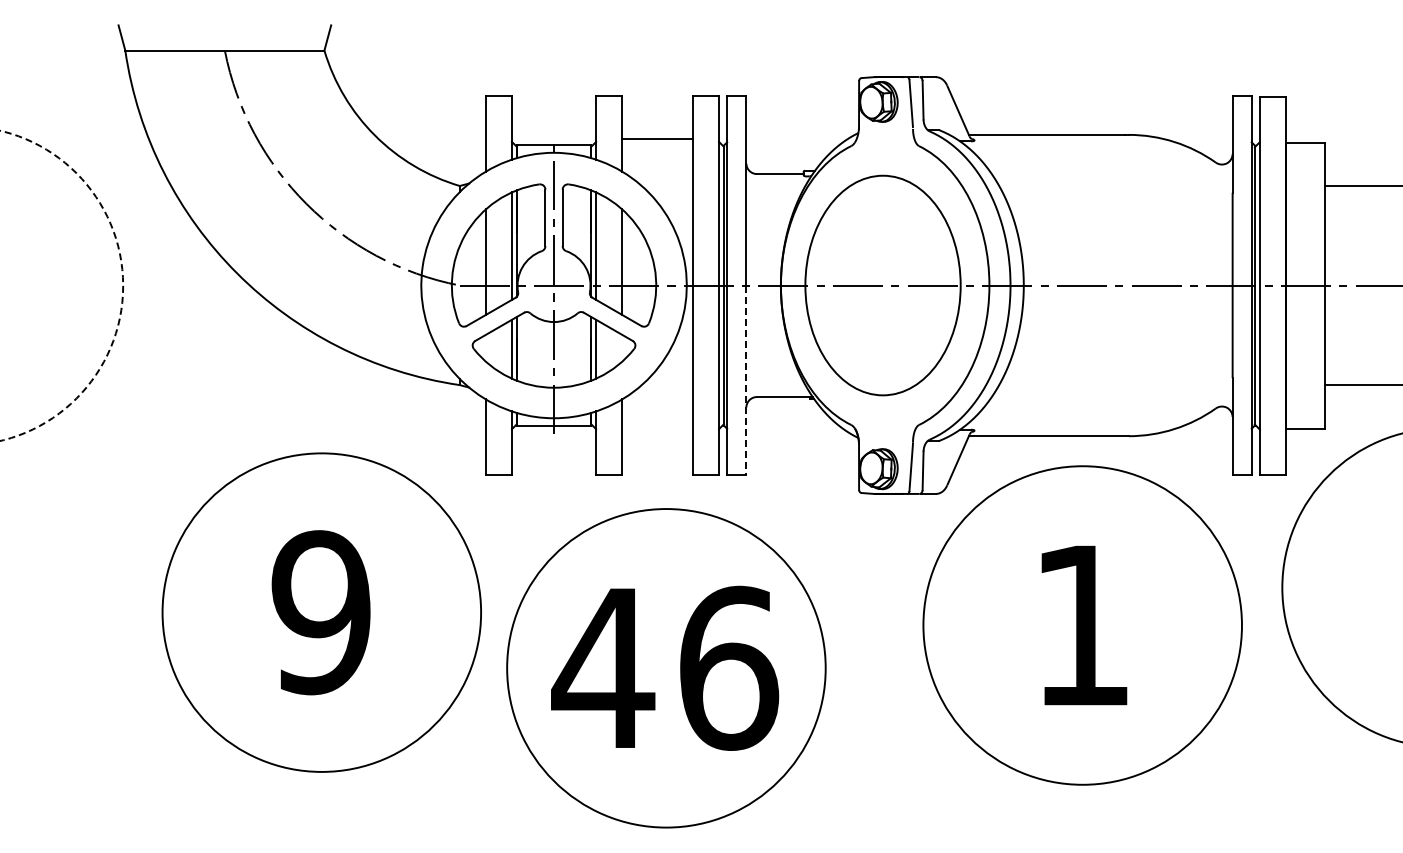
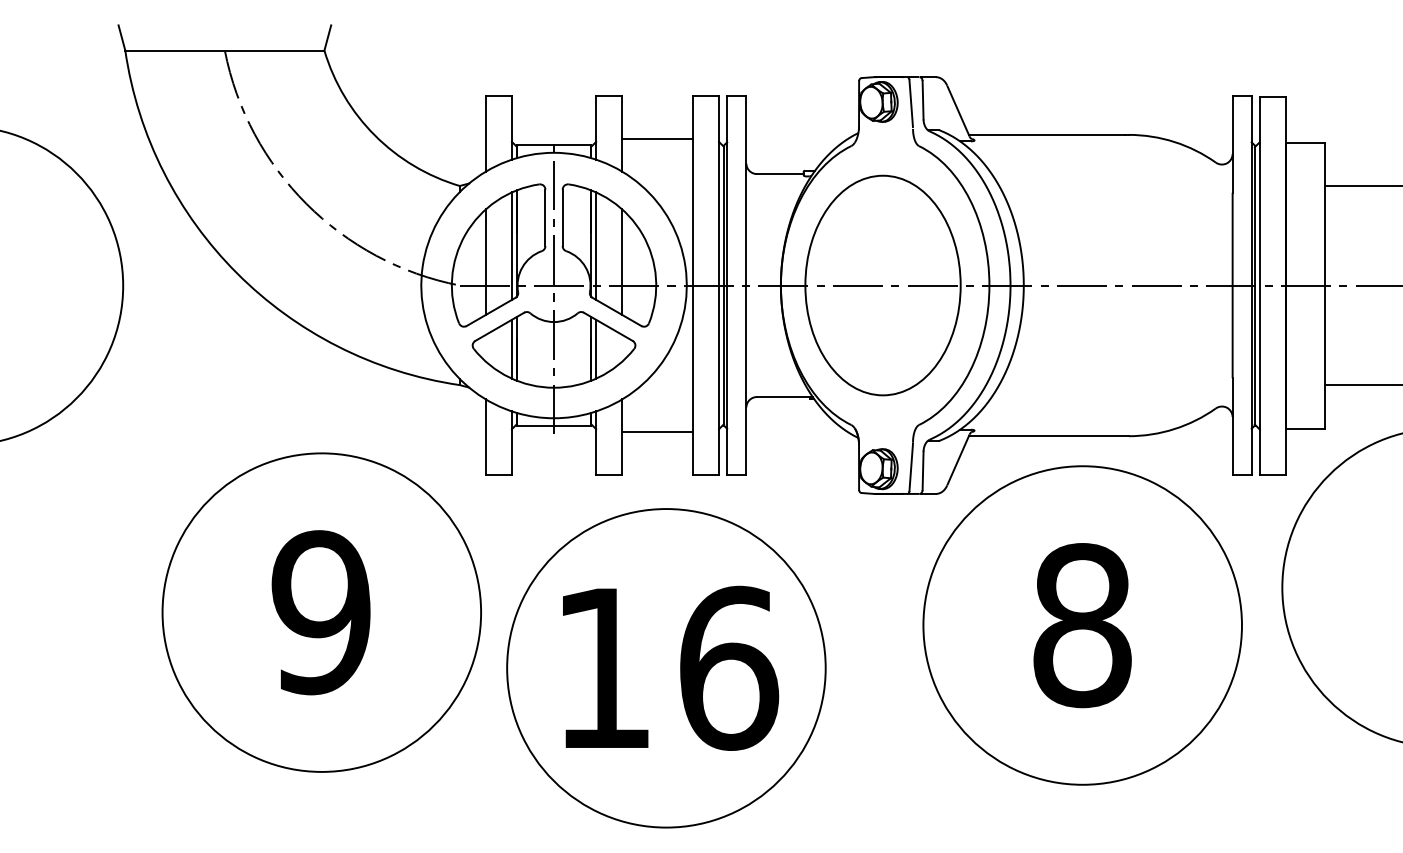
circle at (61, 285): dashed -> solid
line at (746, 380): dashed -> solid
line at (657, 431): none -> present
text at (1082, 625): 1 -> 8
text at (603, 667): 46 -> 16
